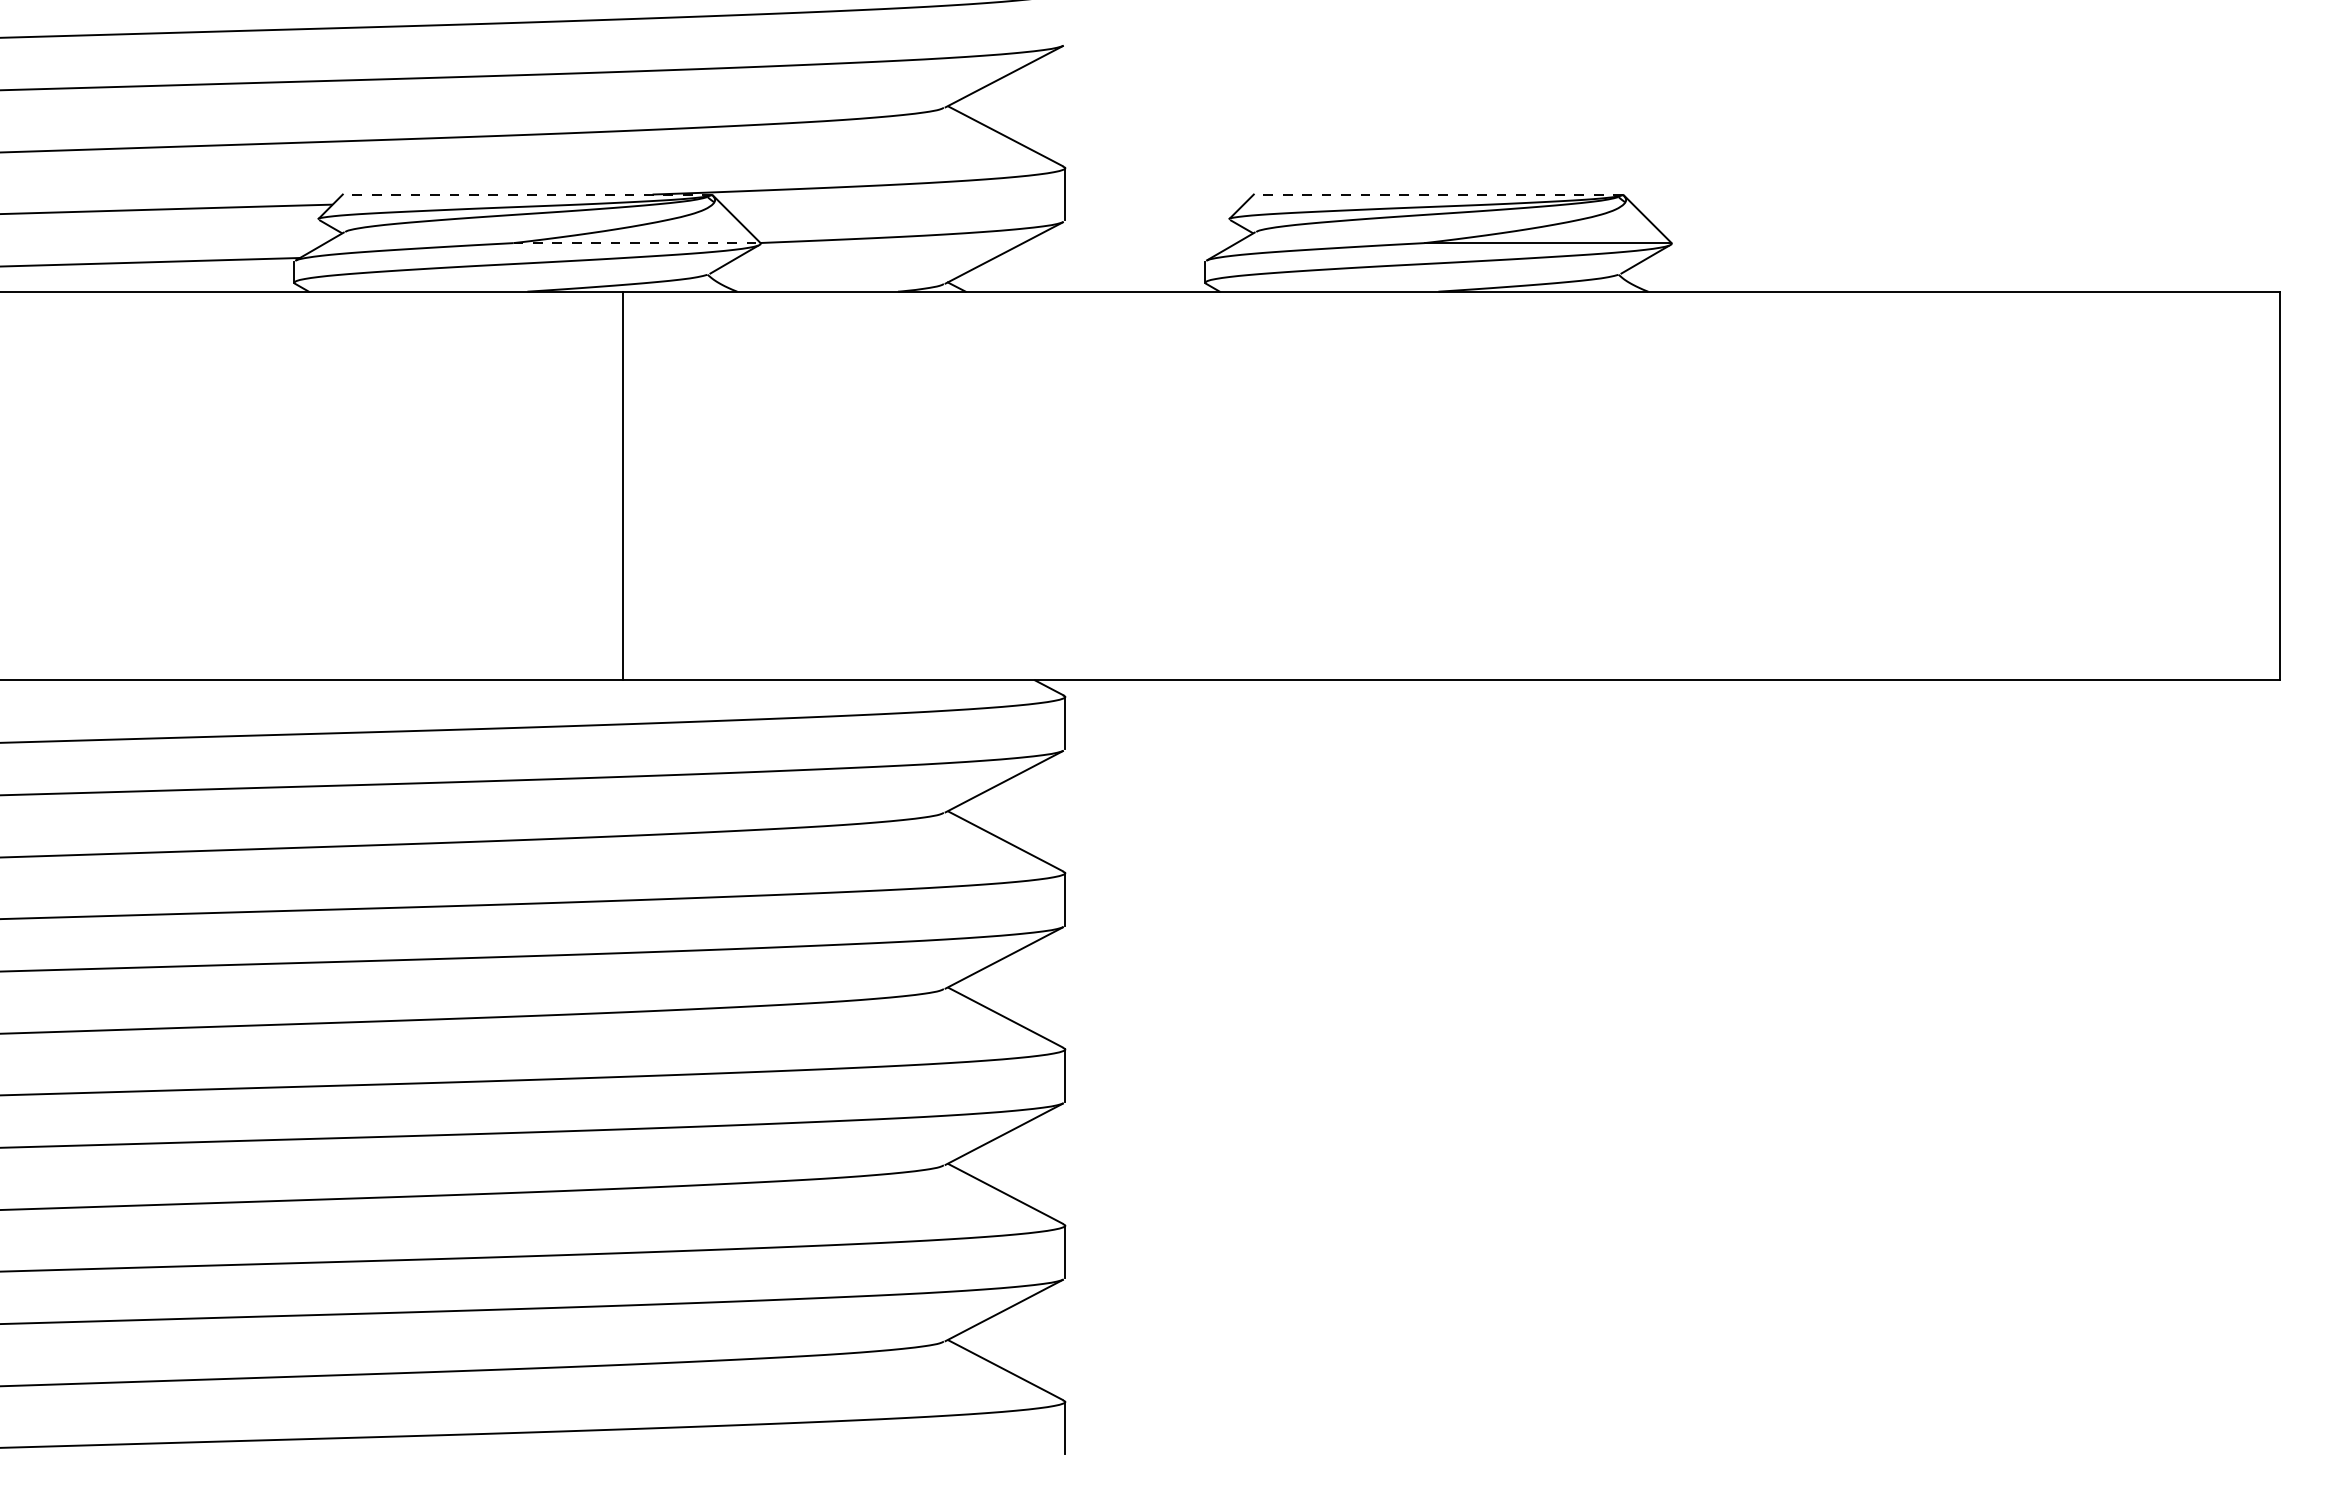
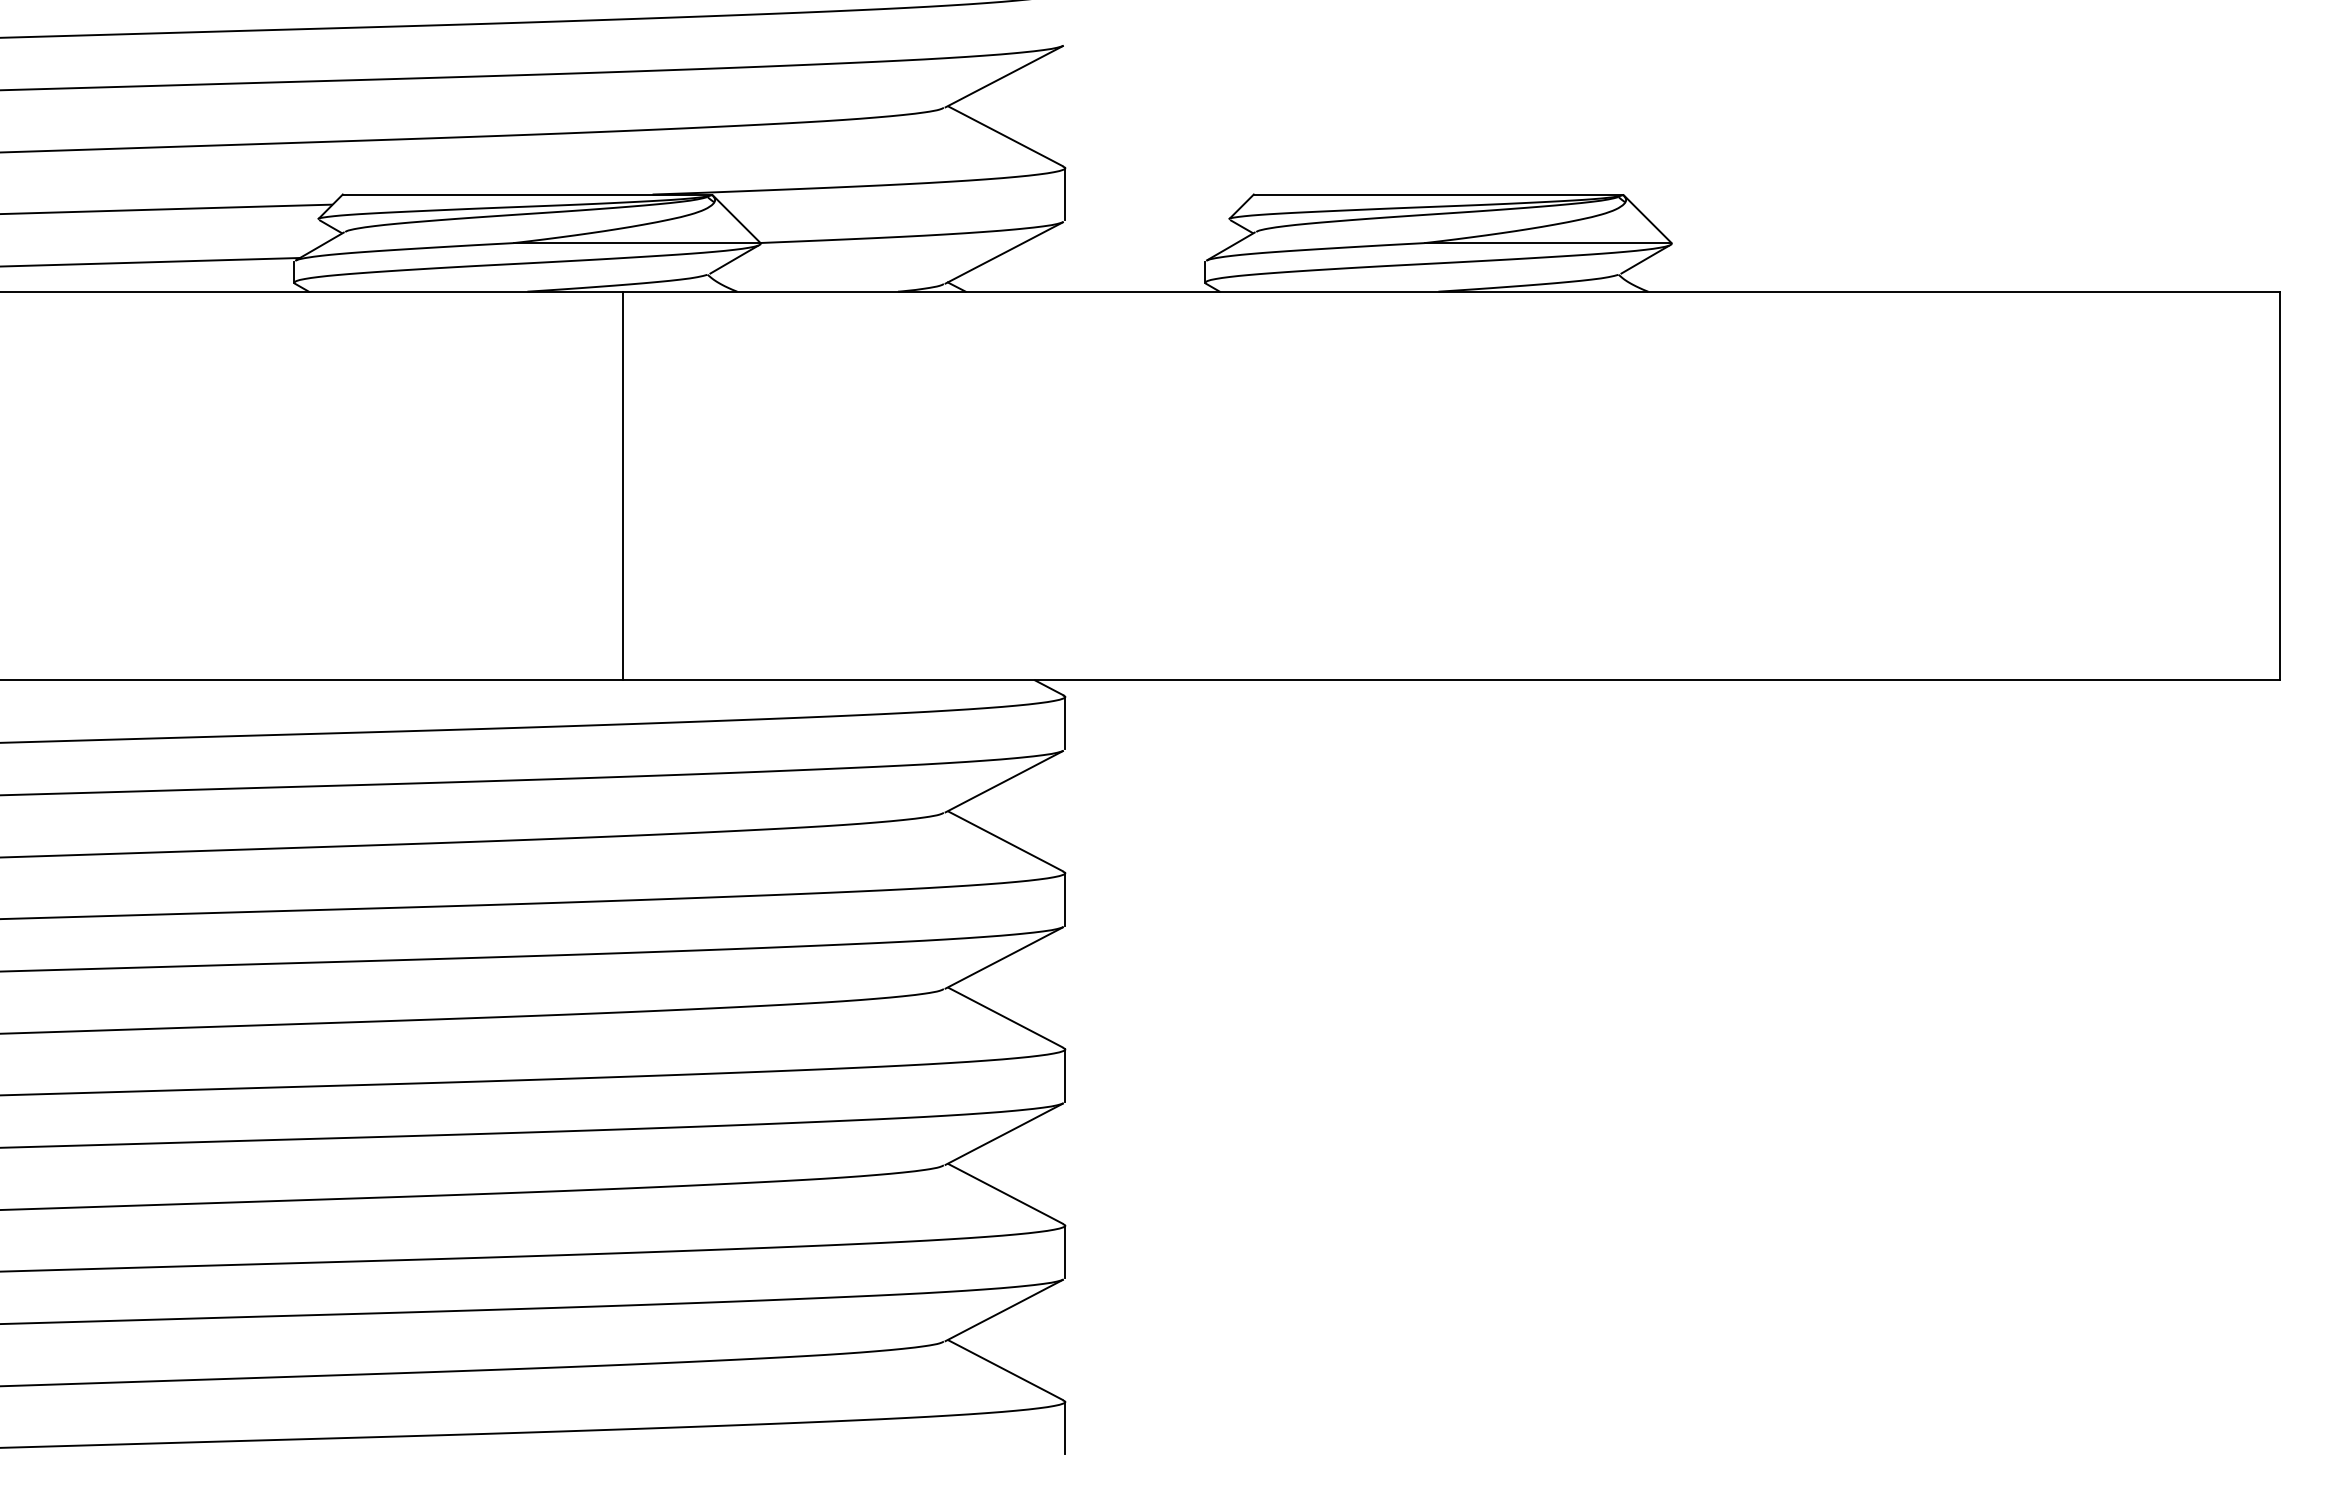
line at (527, 194): dashed -> solid
line at (1438, 194): dashed -> solid
line at (637, 243): dashed -> solid
